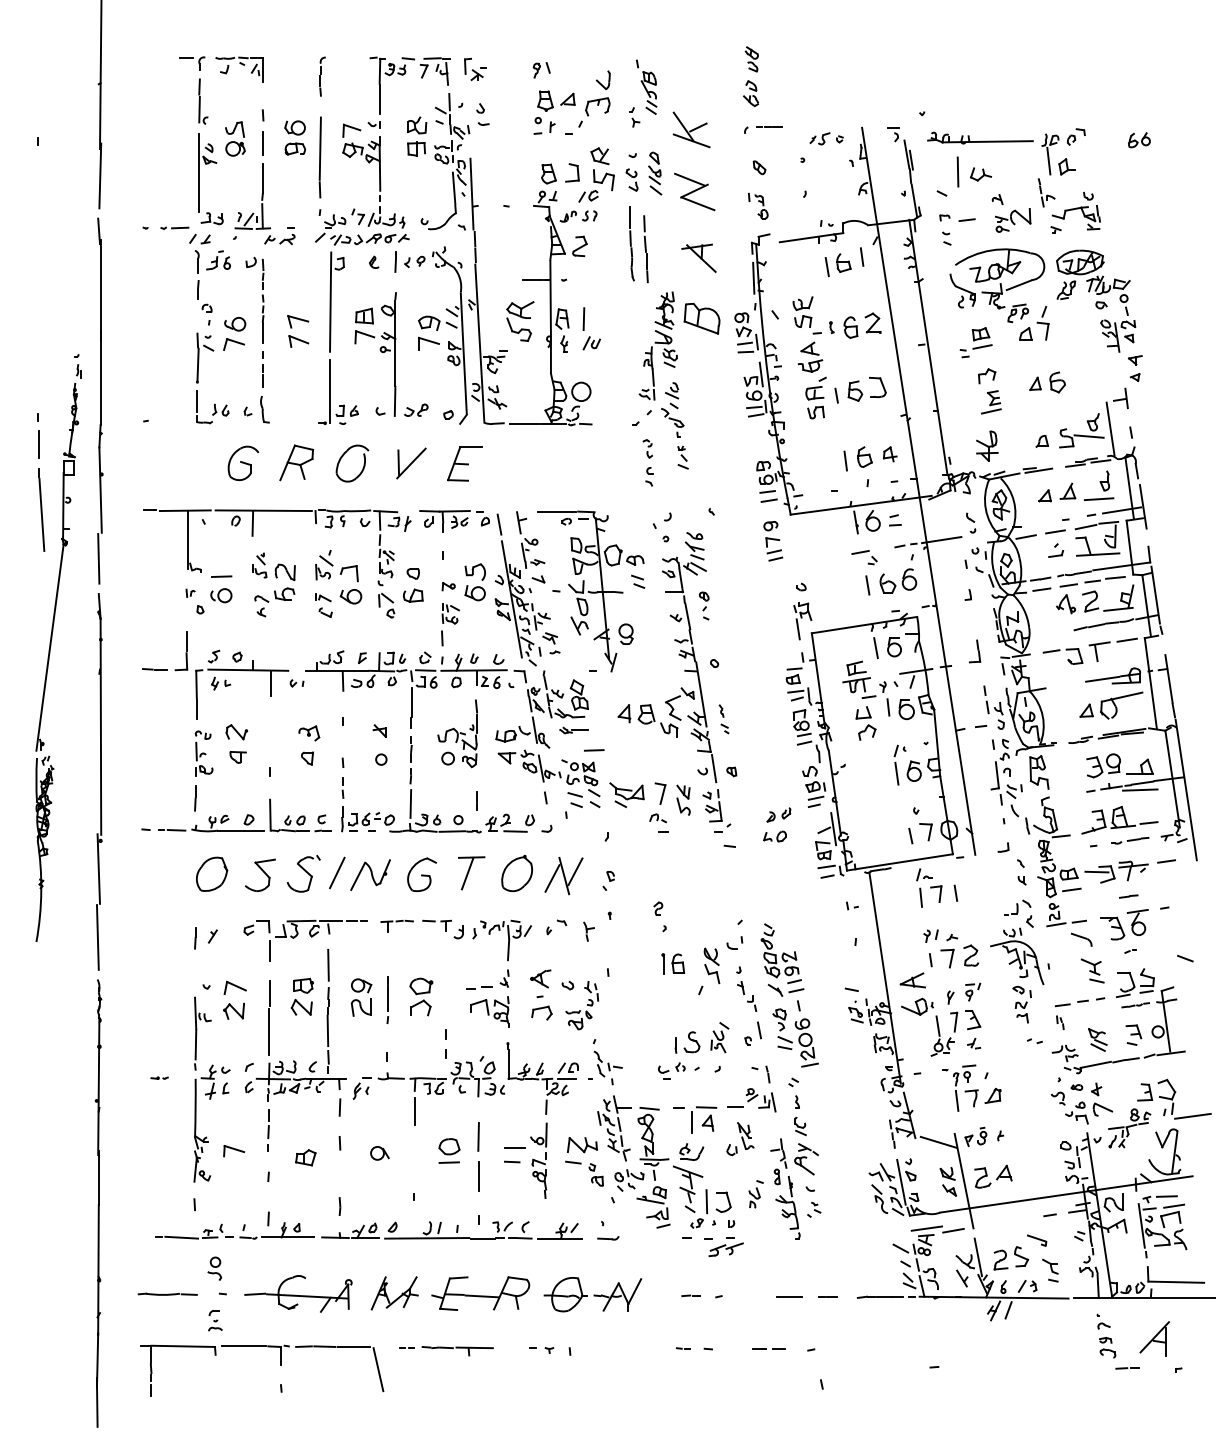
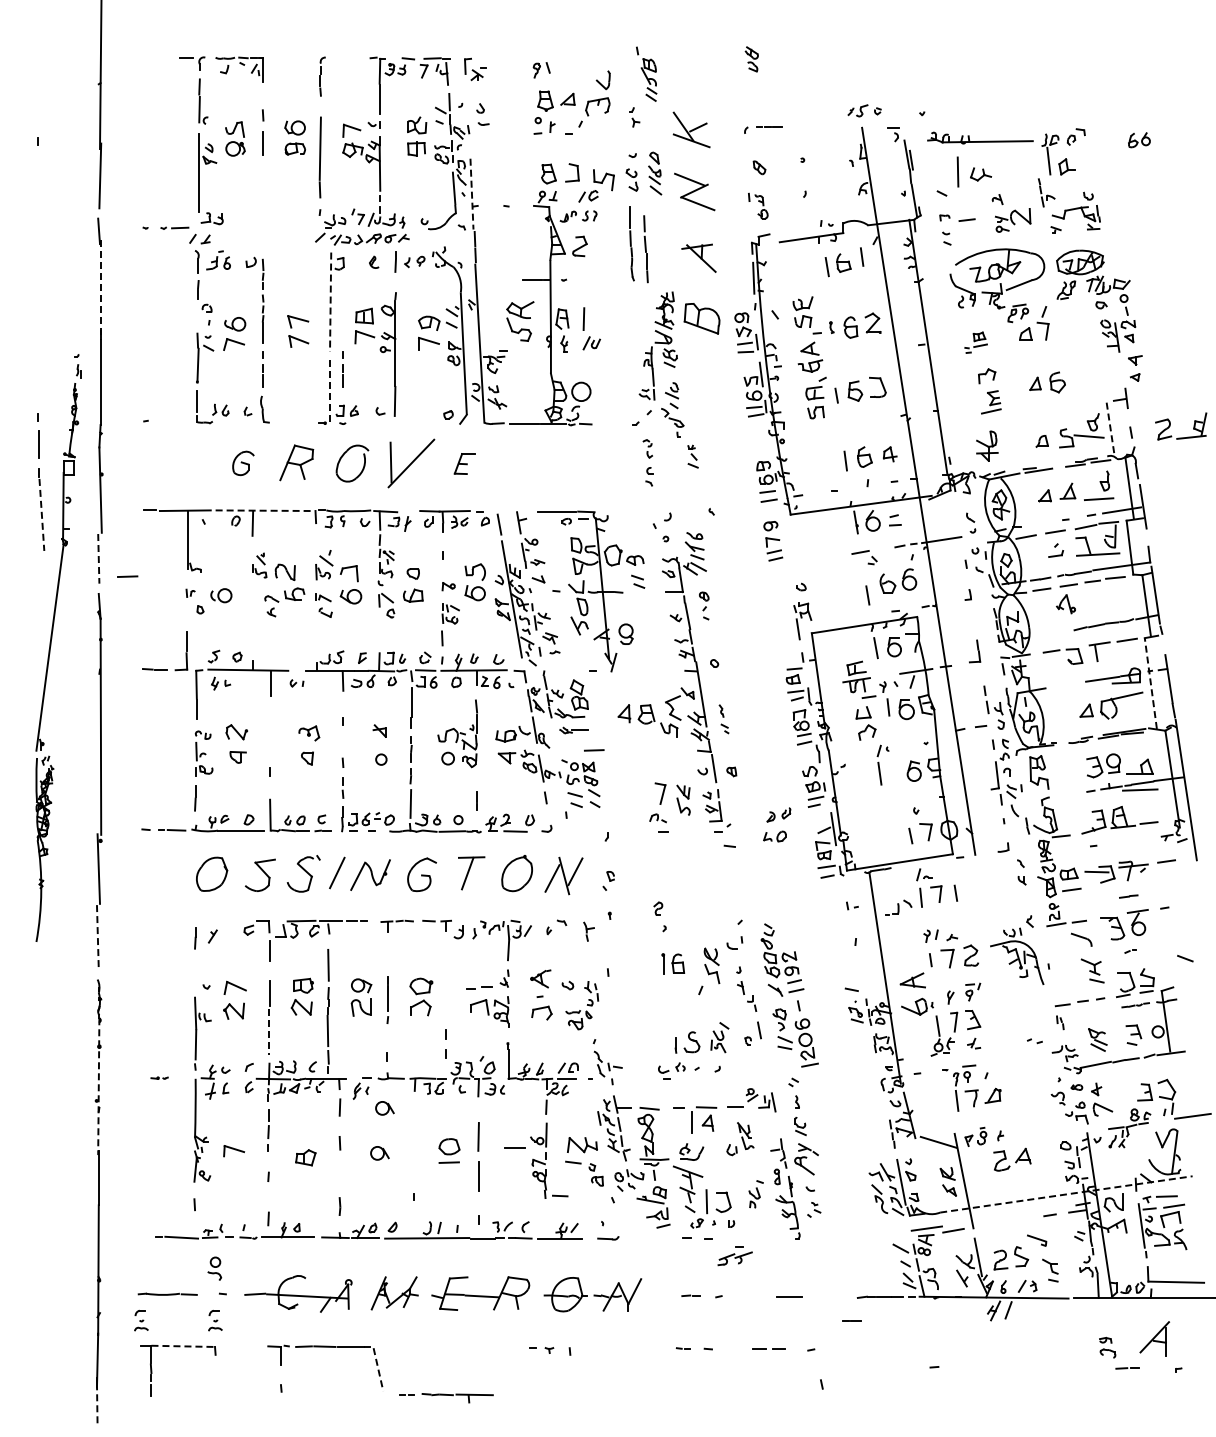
part at (646, 86) position: (646, 86) -> (646, 73)
part at (750, 93): present -> none
part at (826, 138) position: (826, 138) -> (864, 110)
part at (599, 156): present -> none
line at (472, 194): solid -> dashed
part at (264, 204): present -> none
line at (100, 290): solid -> dashed
line at (330, 302): solid -> dashed
part at (975, 342) size: 34x32 px -> 24x23 px
line at (342, 369): none -> present
line at (330, 391): solid -> dashed
part at (416, 409): present -> none
line at (1110, 429): solid -> dashed
part at (682, 457) position: (682, 457) -> (692, 456)
part at (243, 463) size: 33x37 px -> 23x27 px
part at (411, 463) size: 31x33 px -> 49x51 px
part at (464, 463) size: 36x36 px -> 23x22 px
line at (264, 510): solid -> dashed
line at (41, 515): solid -> dashed
line at (98, 558): solid -> dashed
line at (221, 576) position: (221, 576) -> (127, 576)
line at (867, 585) position: (867, 585) -> (867, 595)
part at (1097, 598) position: (1097, 598) -> (1170, 426)
part at (274, 602) position: (274, 602) -> (284, 602)
line at (1150, 683): solid -> dashed
part at (899, 764) position: (899, 764) -> (882, 764)
part at (626, 794): present -> none
part at (1130, 840): present -> none
part at (1017, 907) position: (1017, 907) -> (898, 907)
line at (97, 937): solid -> dashed
part at (1021, 1004): present -> none
line at (268, 1032): solid -> dashed
part at (760, 1074): present -> none
line at (98, 1087): solid -> dashed
part at (384, 1108): none -> present
line at (415, 1111): present -> none
line at (512, 1161) position: (512, 1161) -> (560, 1195)
part at (993, 1176) position: (993, 1176) -> (1012, 1159)
line at (1066, 1194): solid -> dashed
part at (725, 1247) position: (725, 1247) -> (734, 1256)
line at (827, 1296) position: (827, 1296) -> (851, 1320)
part at (141, 1320): none -> present
part at (1103, 1321): present -> none
line at (183, 1346): solid -> dashed
line at (243, 1346): present -> none
part at (446, 1351) position: (446, 1351) -> (446, 1398)
line at (378, 1370): solid -> dashed
line at (97, 1405): solid -> dashed
